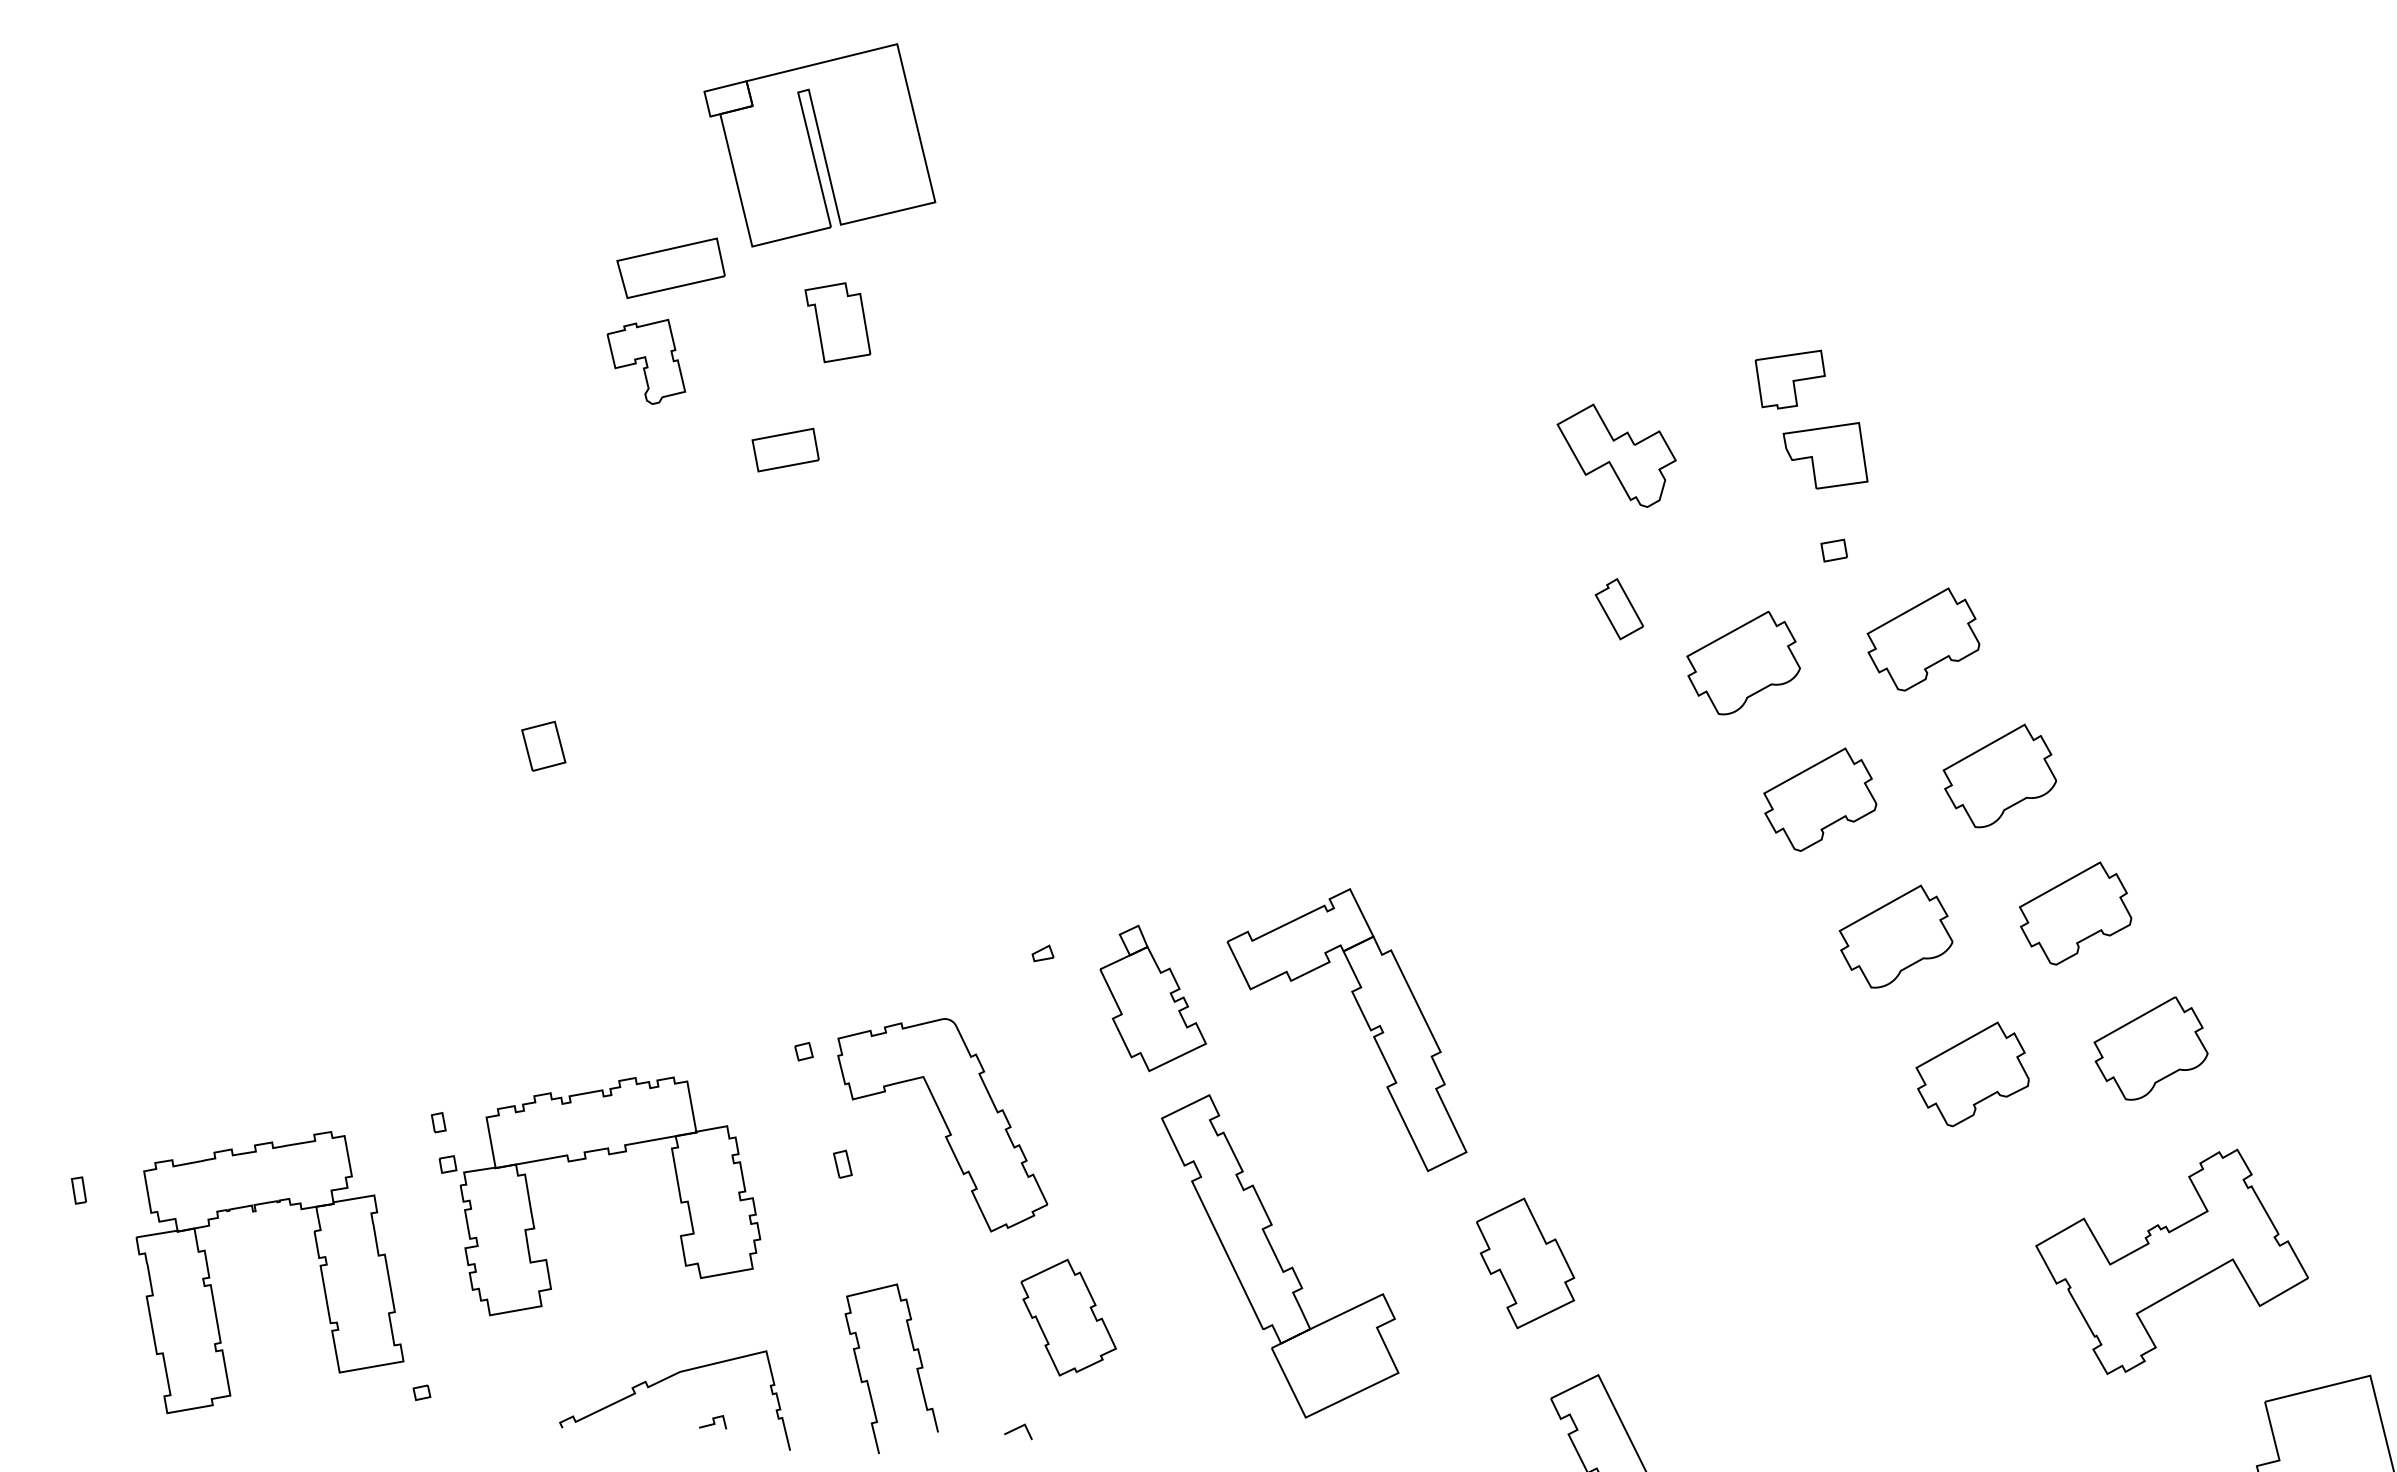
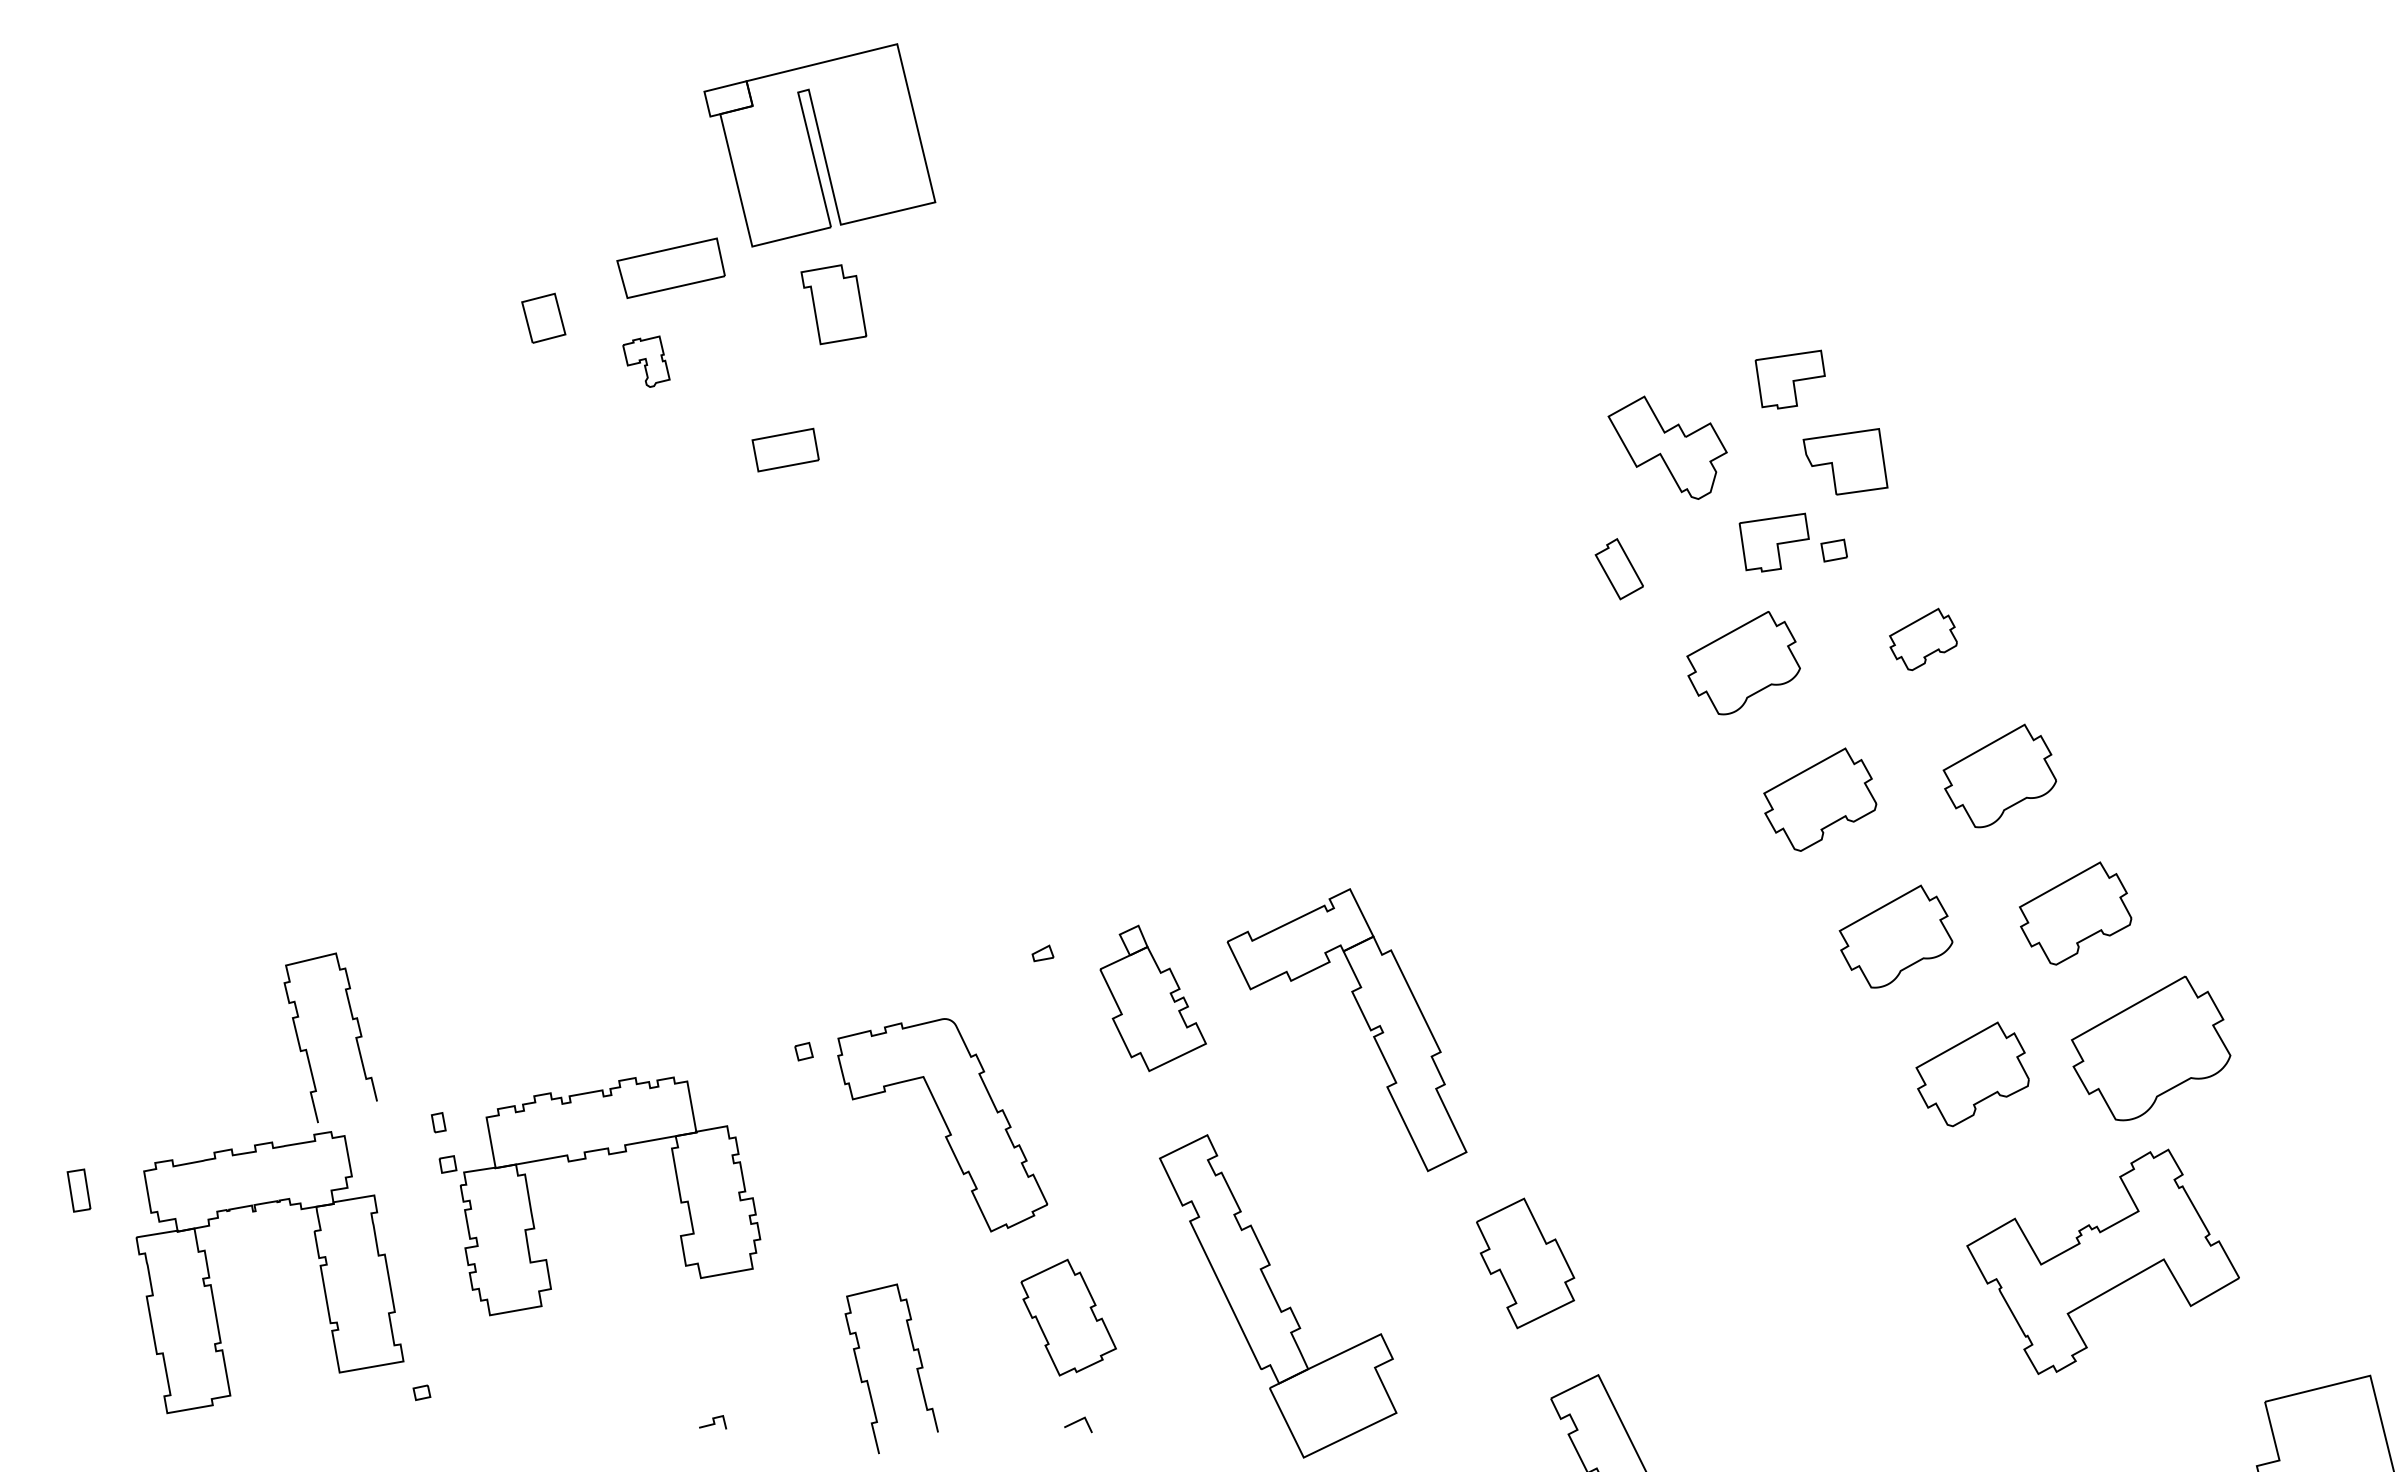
part at (837, 322) position: (837, 322) -> (833, 304)
part at (646, 361) size: 81x87 px -> 49x53 px
part at (1616, 455) position: (1616, 455) -> (1667, 447)
part at (1825, 455) position: (1825, 455) -> (1845, 461)
part at (1773, 542): none -> present
part at (1618, 609) position: (1618, 609) -> (1618, 569)
part at (1923, 639) size: 115x105 px -> 69x65 px
part at (543, 745) position: (543, 745) -> (543, 317)
curve at (355, 1037): none -> present
part at (2150, 1048) size: 116x105 px -> 161x147 px
part at (842, 1163): present -> none
part at (78, 1190) size: 16x29 px -> 26x45 px
part at (1280, 1256) position: (1280, 1256) -> (1278, 1296)
part at (2171, 1261) position: (2171, 1261) -> (2102, 1261)
curve at (664, 1380): present -> none
line at (1017, 1429) position: (1017, 1429) -> (1077, 1422)
